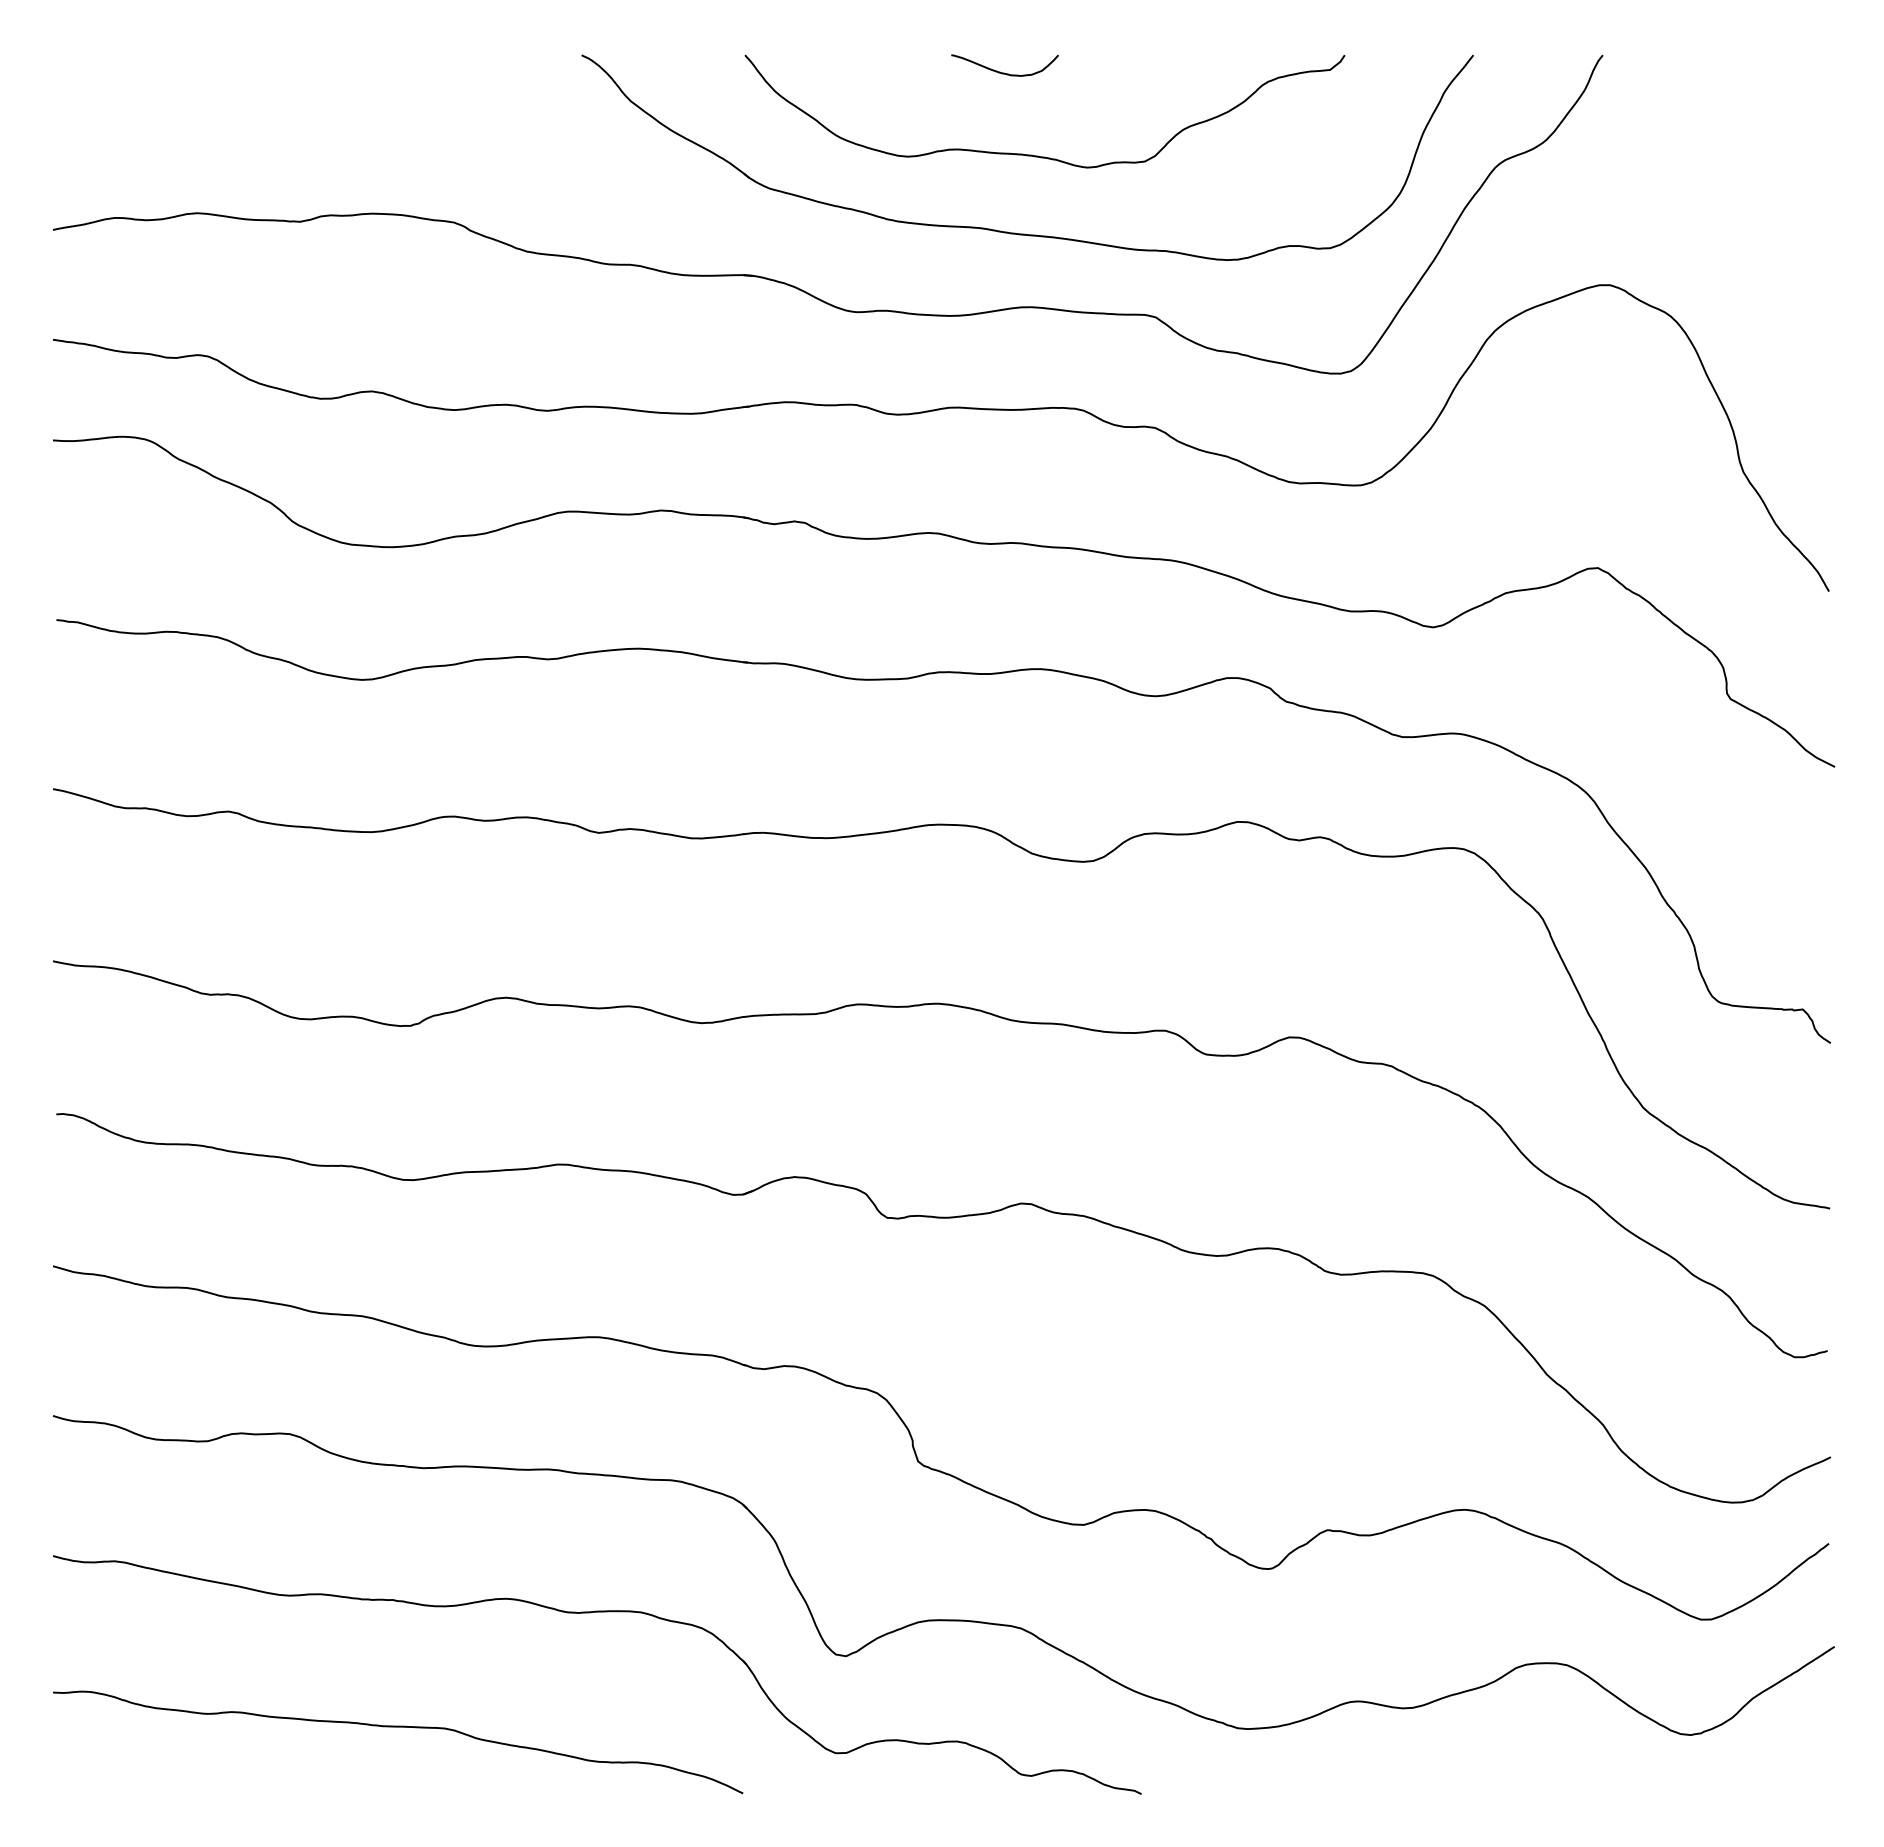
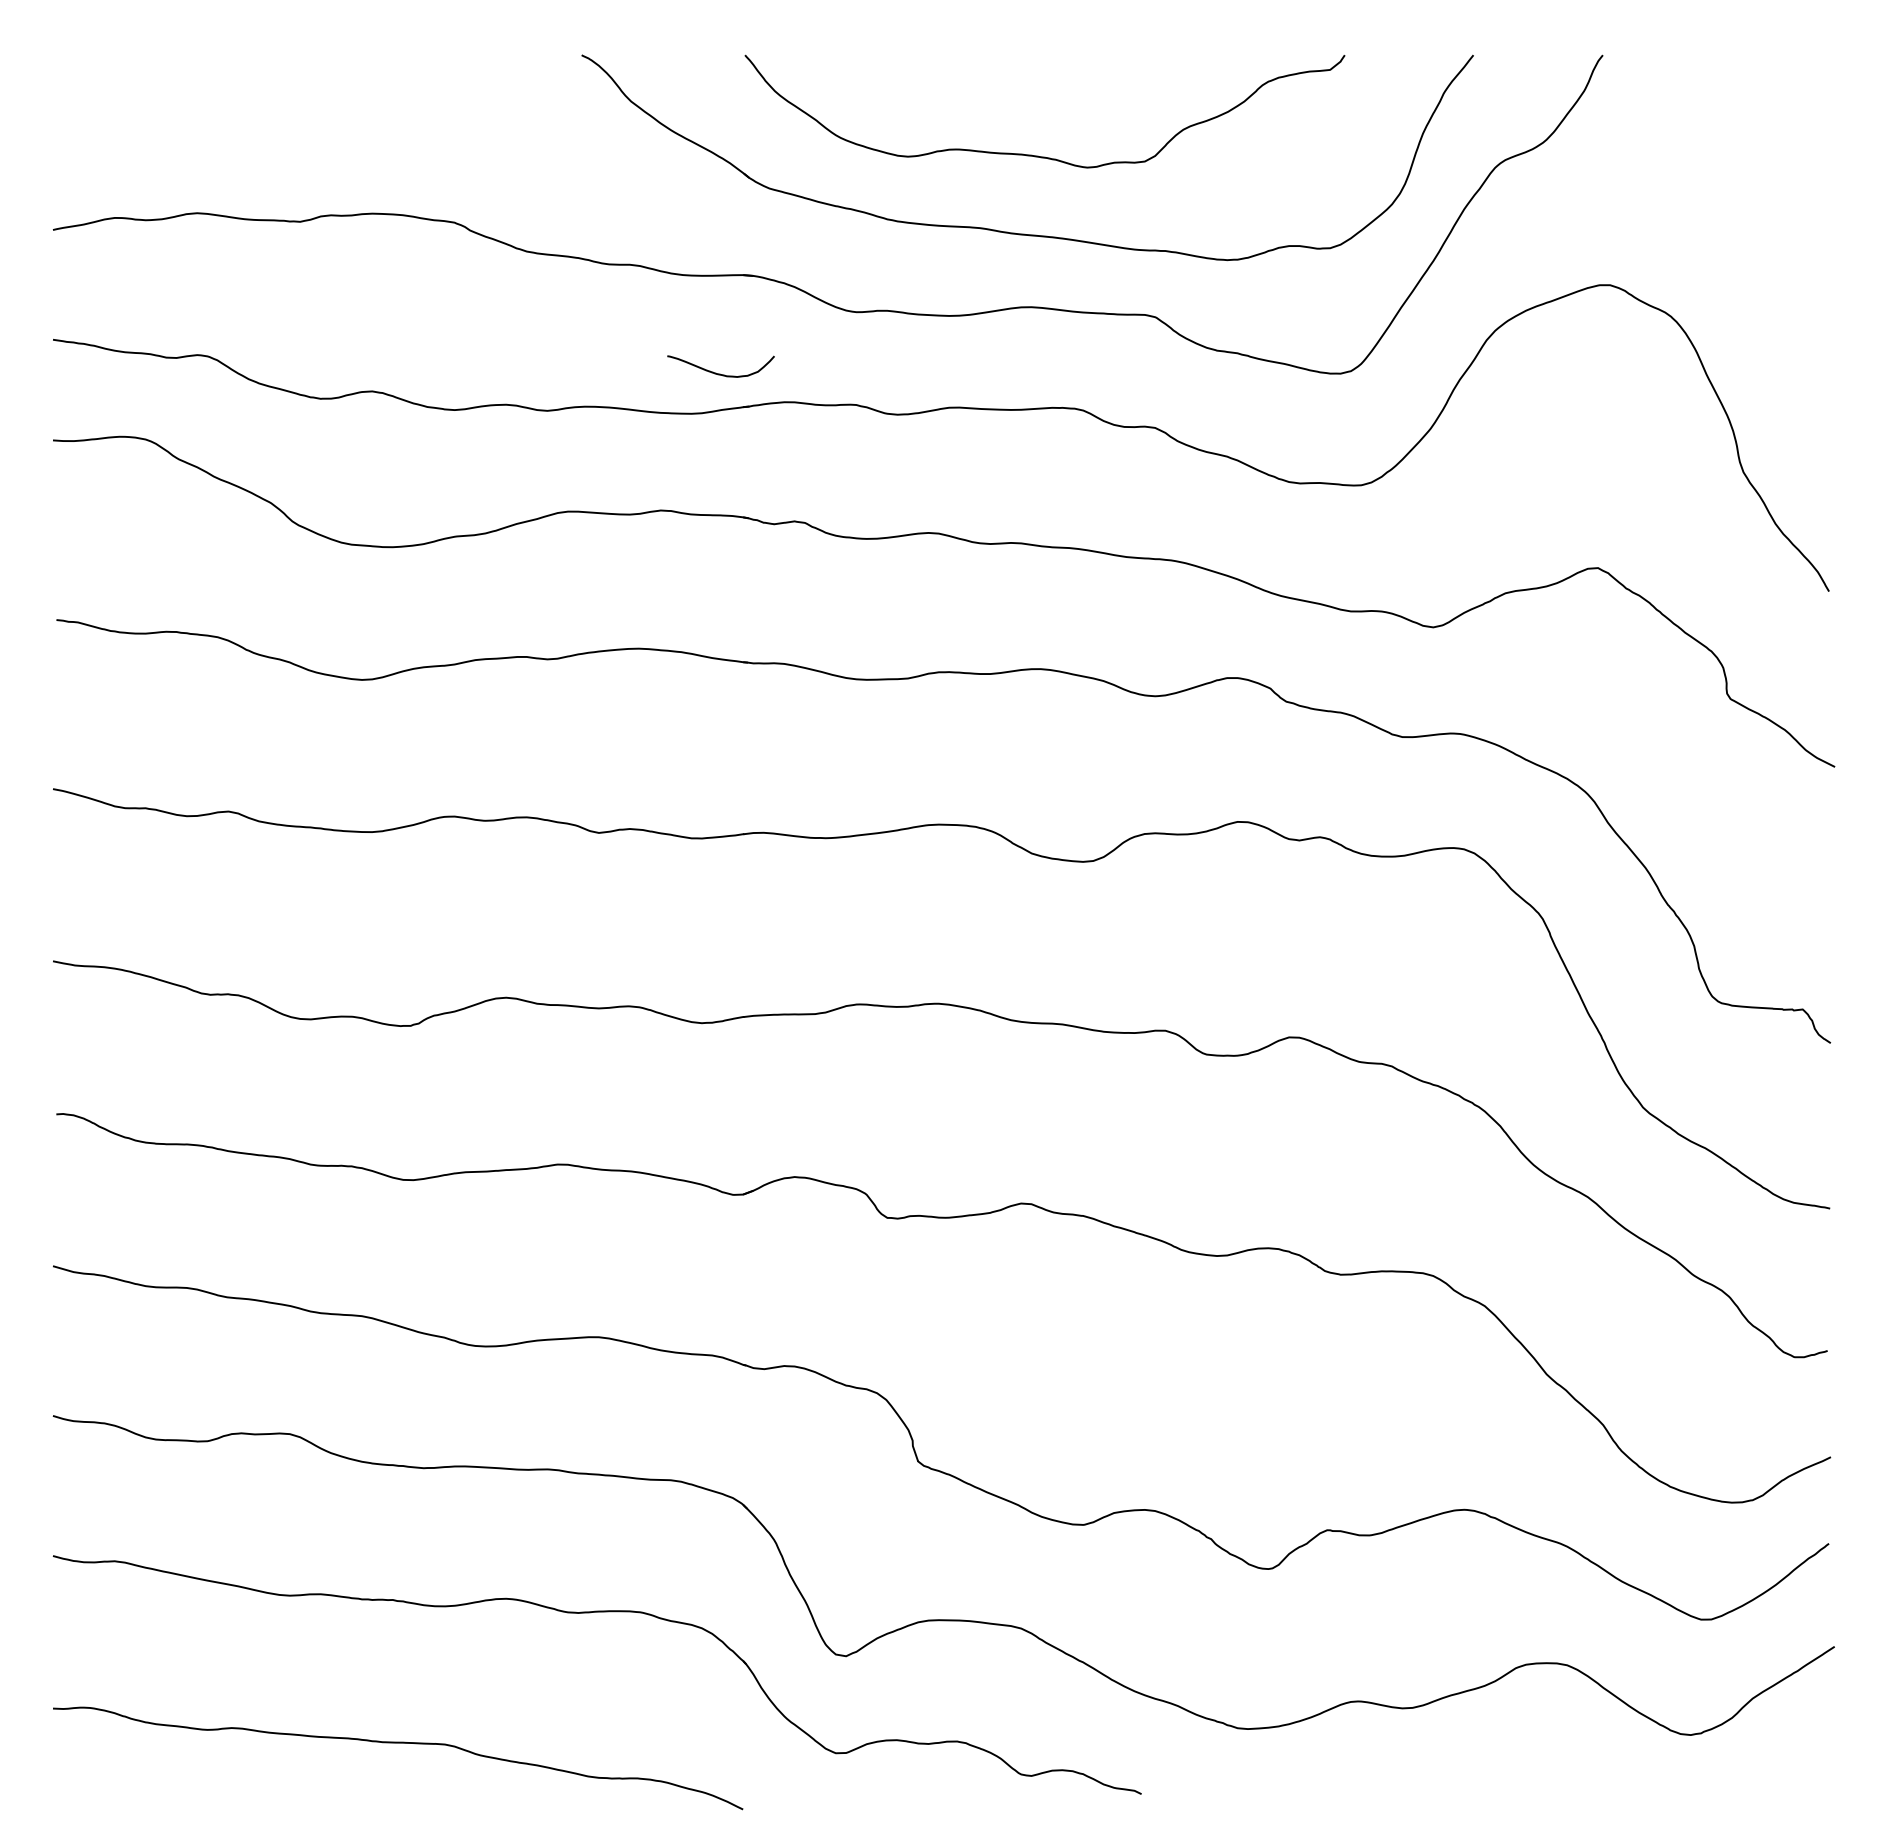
curve at (1004, 72) position: (1004, 72) -> (720, 373)
curve at (398, 1727) position: (398, 1727) -> (398, 1743)
